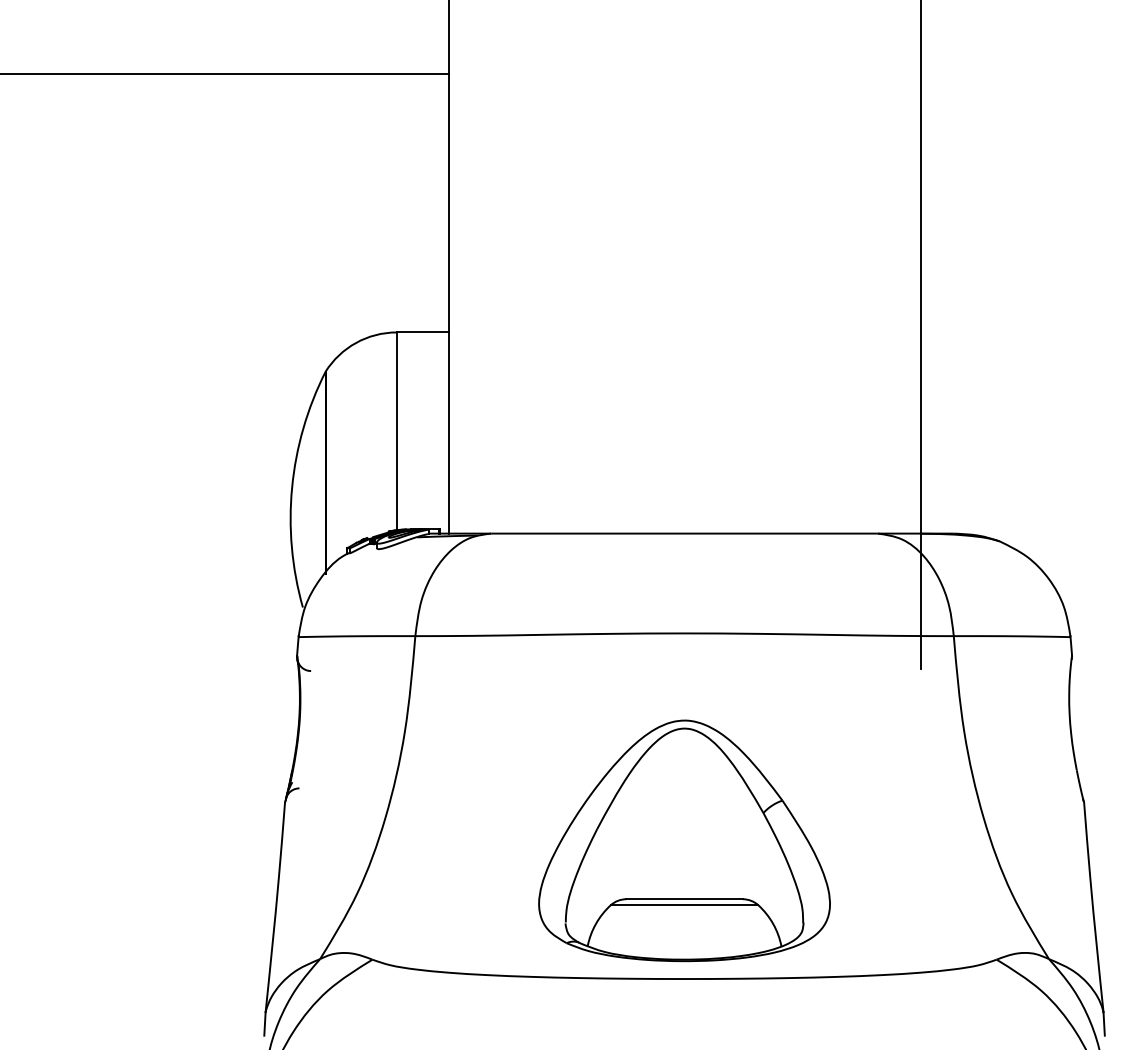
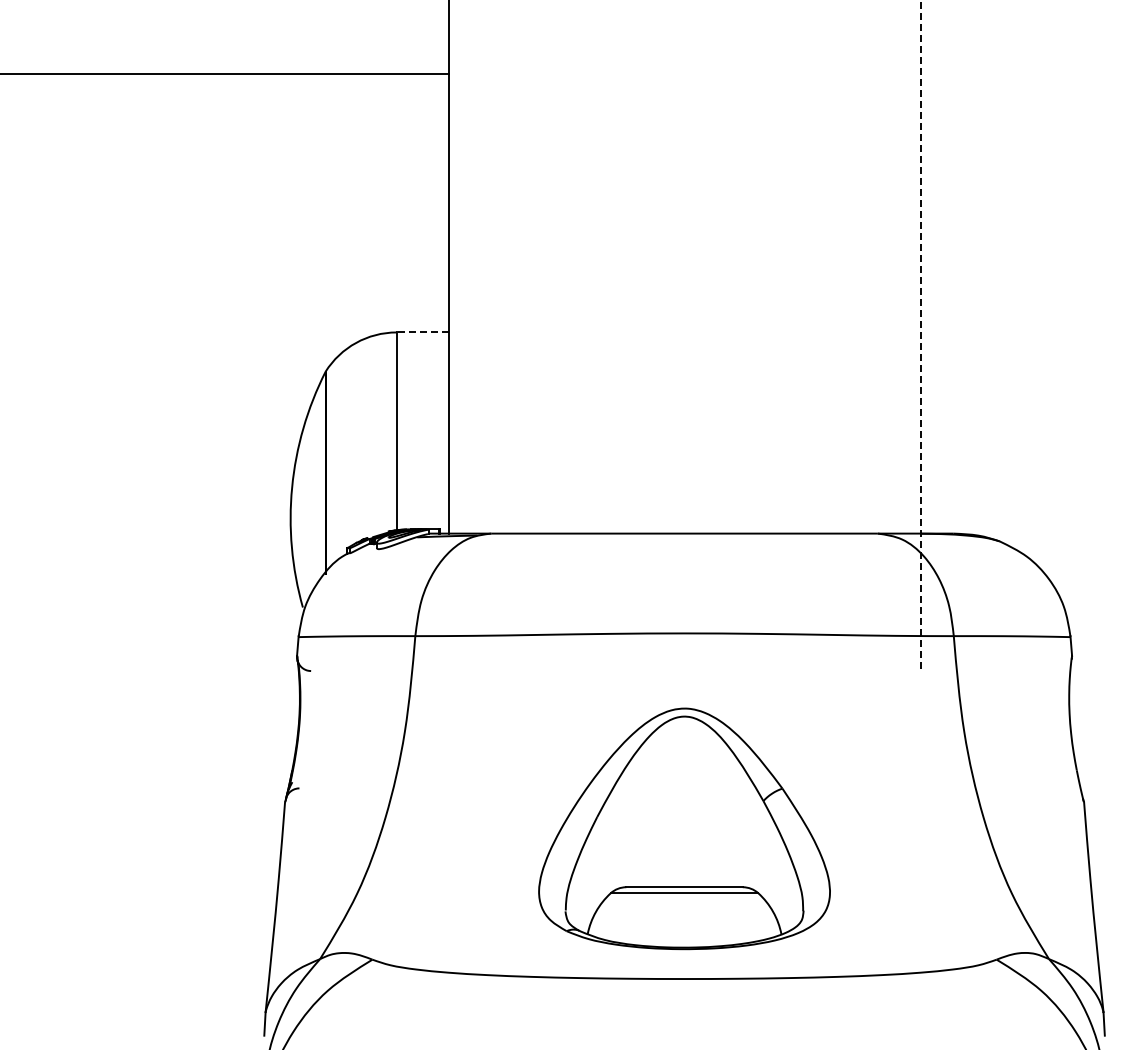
line at (422, 332): solid -> dashed
line at (920, 334): solid -> dashed
part at (684, 840) position: (684, 840) -> (684, 828)
